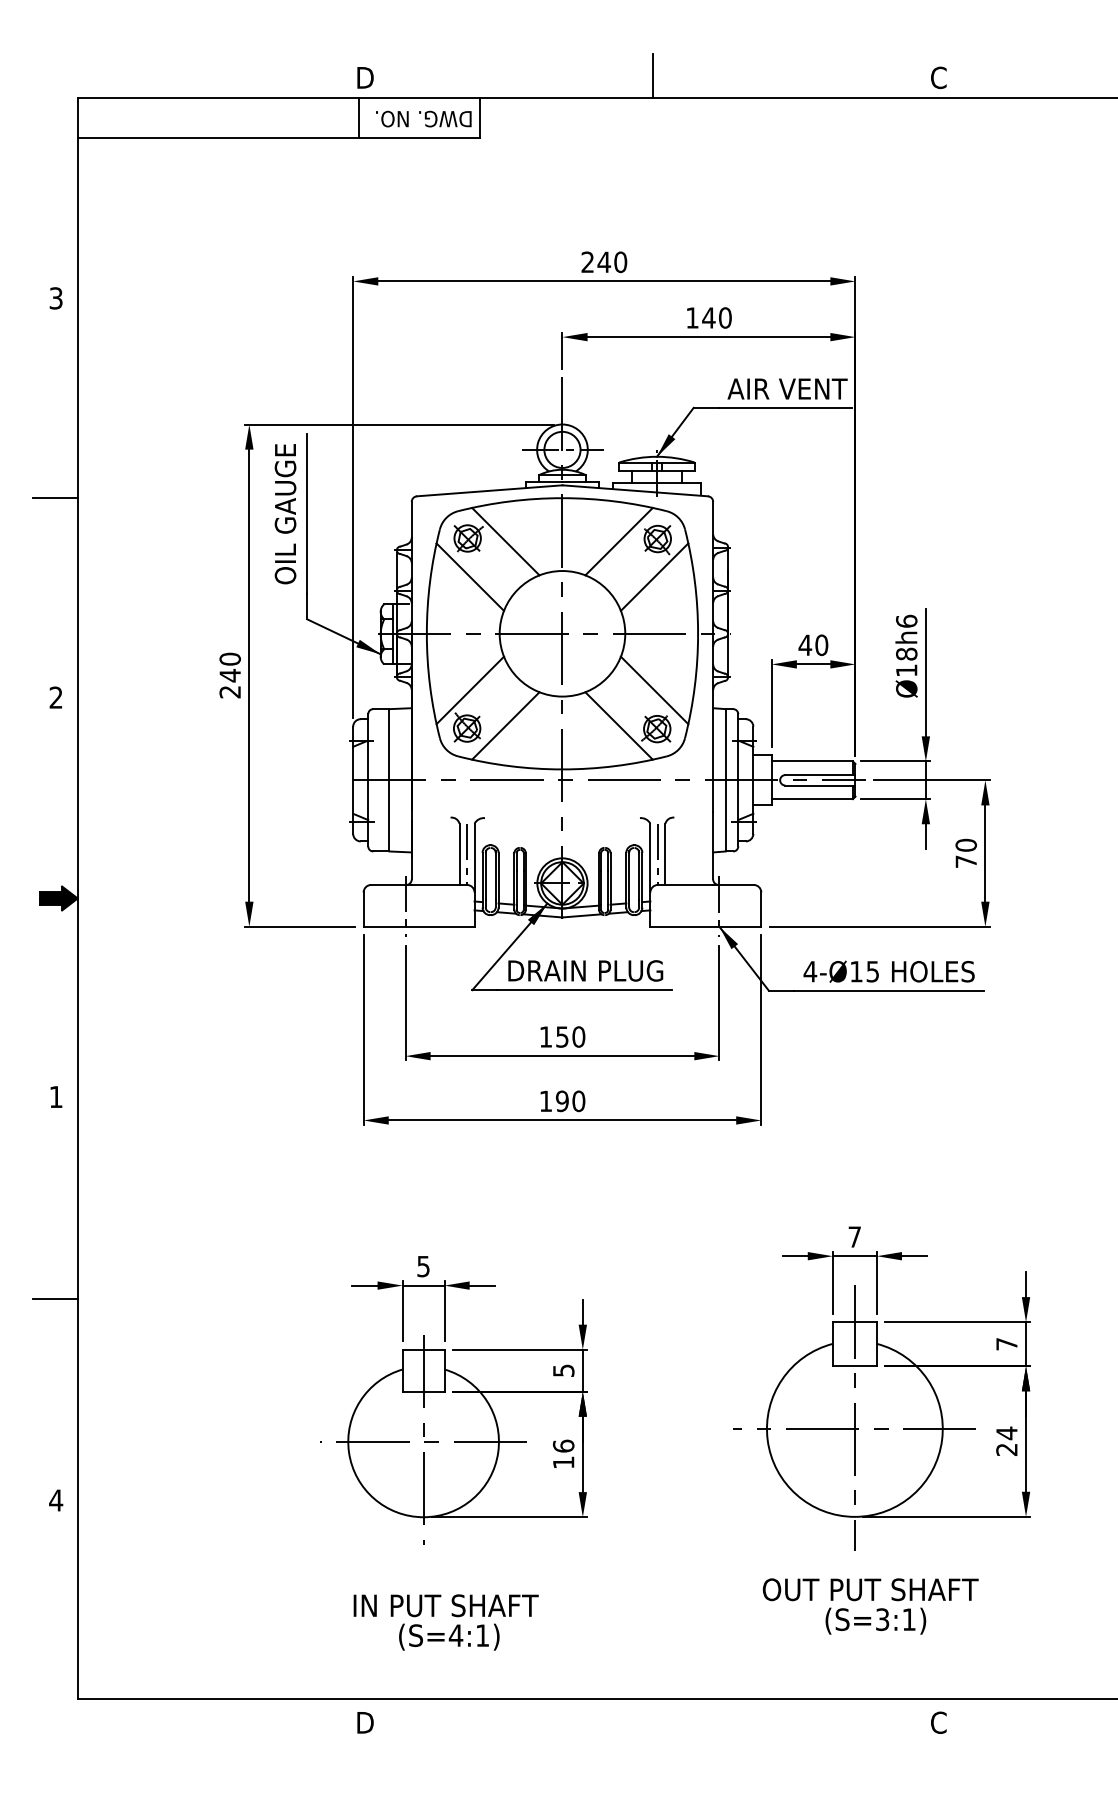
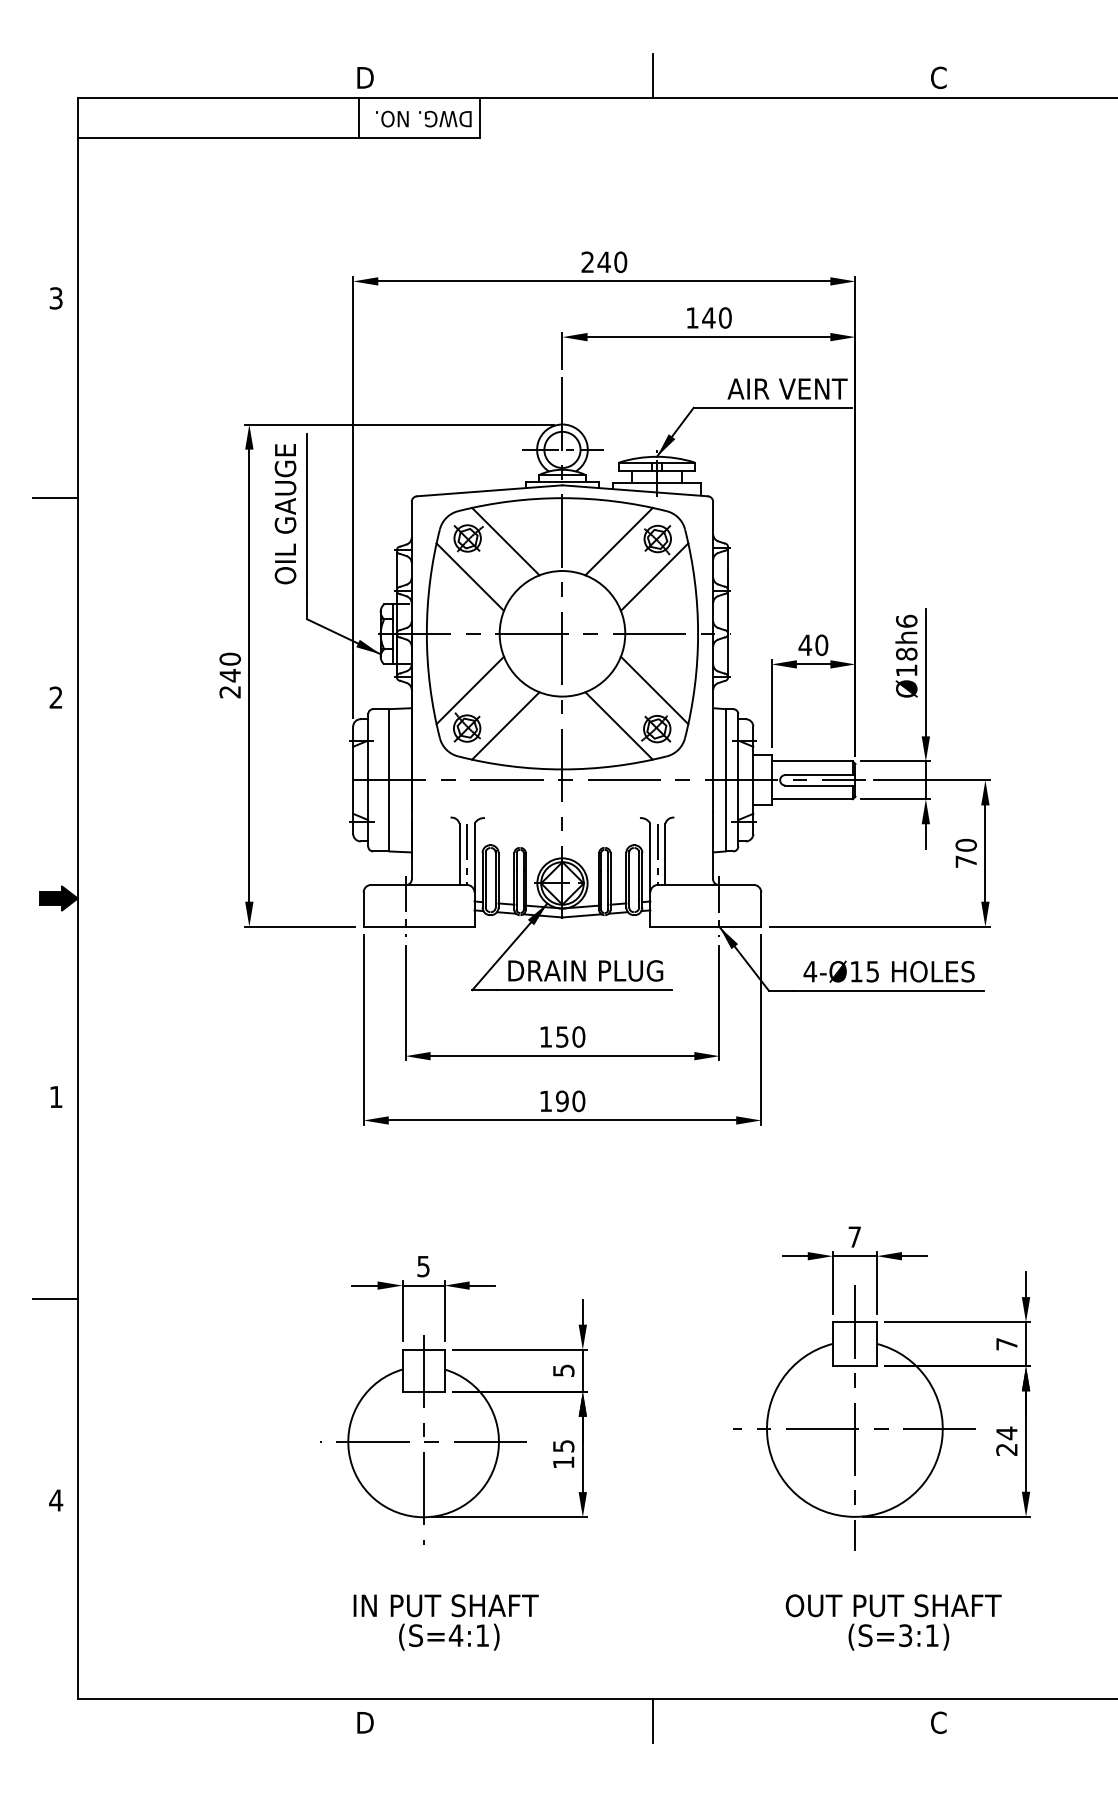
text at (563, 1445): 16 -> 15
text at (870, 1606) position: (870, 1606) -> (893, 1622)
line at (652, 1720): none -> present
